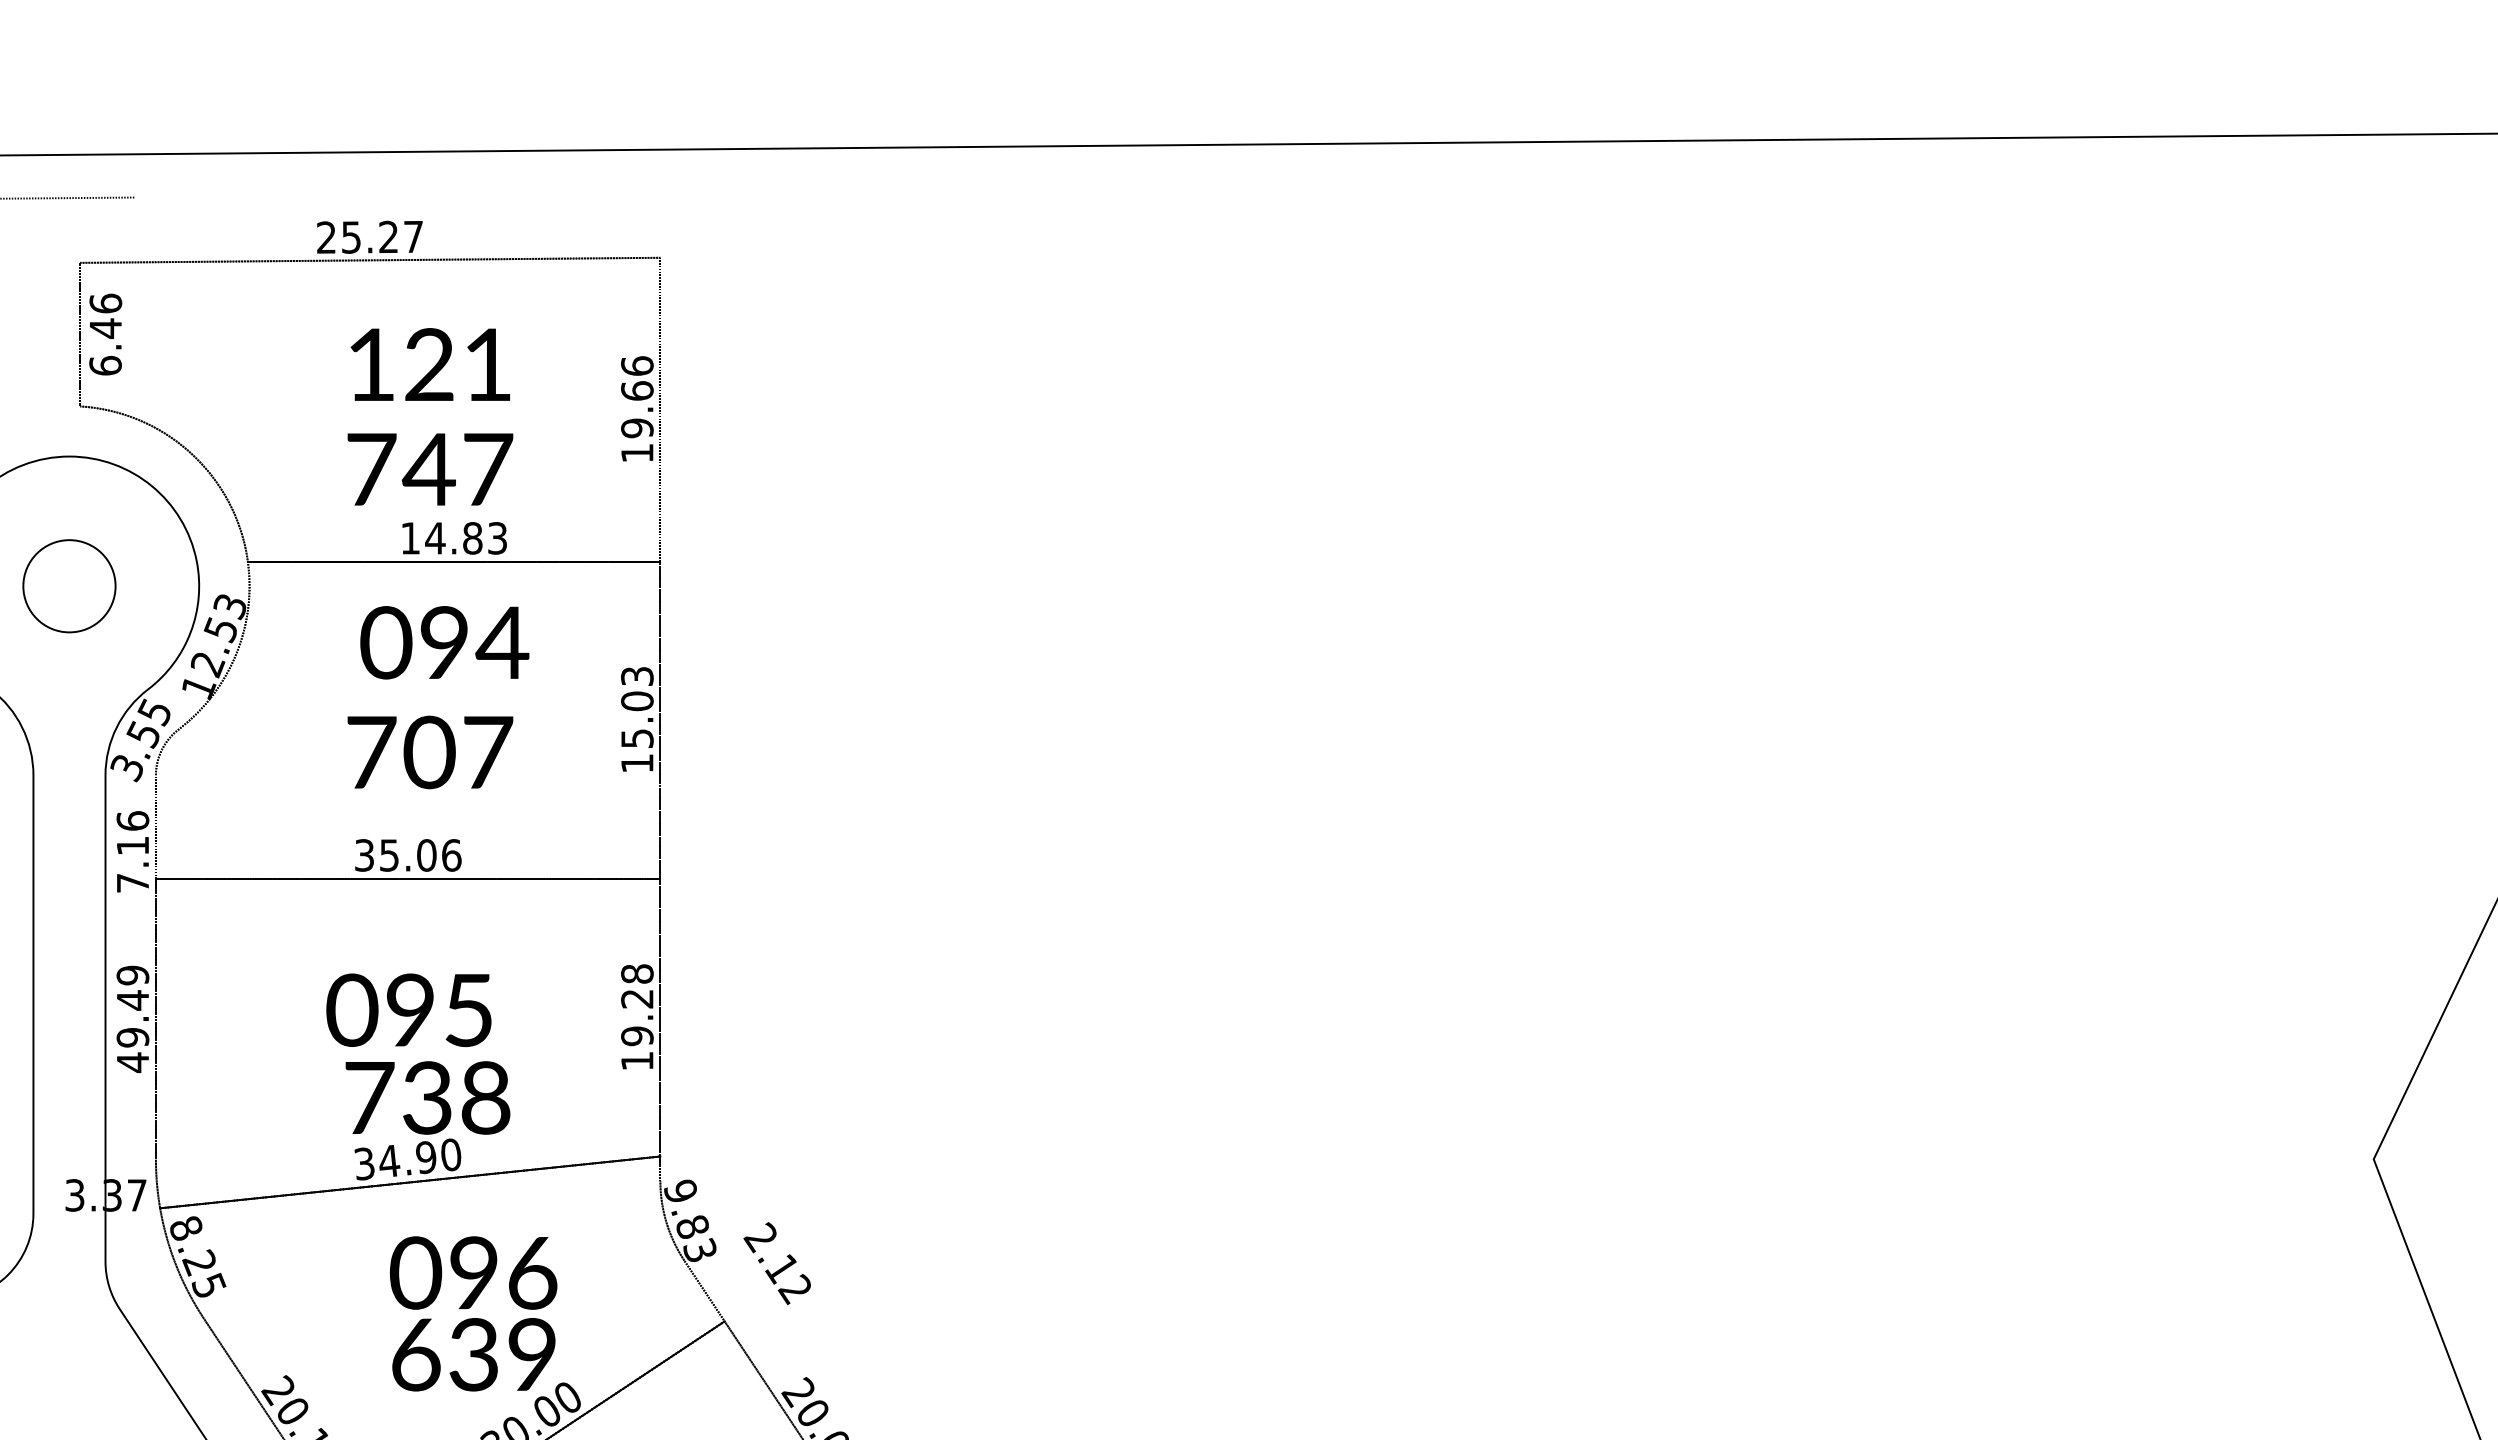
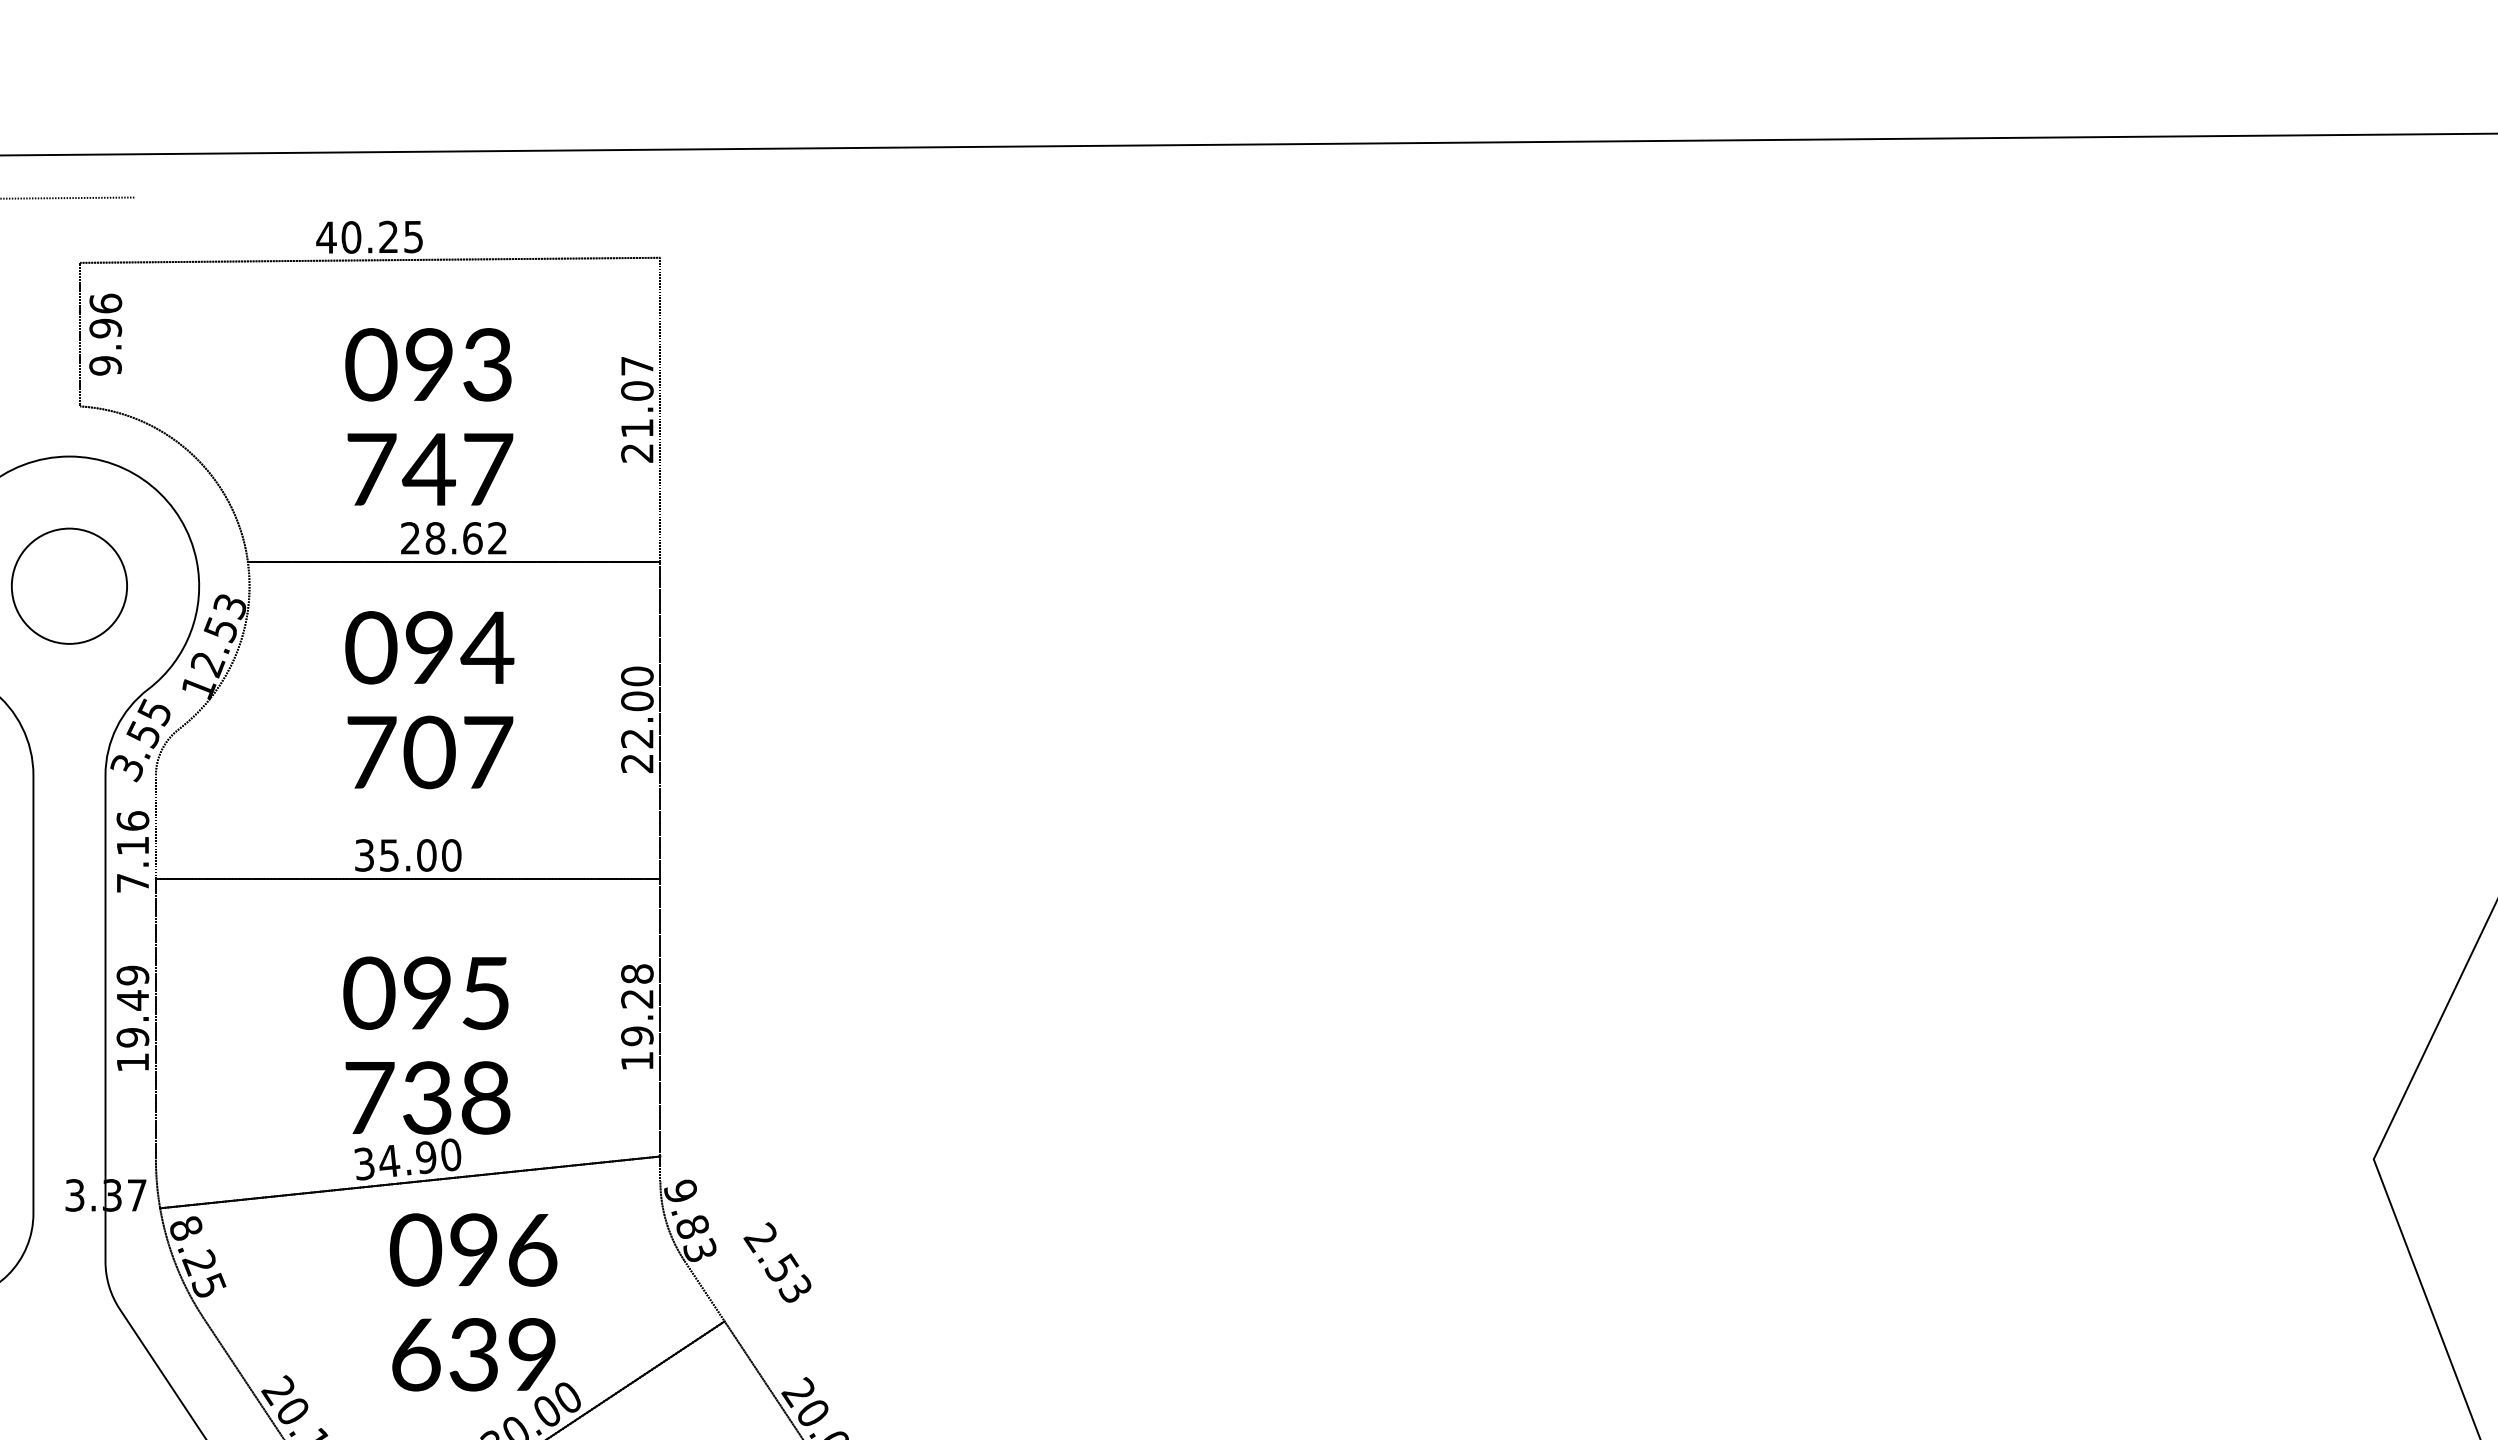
text at (369, 237): 25.27 -> 40.25
text at (105, 346): 6.46 -> 9.96
text at (428, 364): 121 -> 093
text at (637, 409): 19.66 -> 21.07
text at (453, 538): 14.83 -> 28.62
circle at (69, 586) diameter: 92 px -> 115 px
text at (444, 642) position: (444, 642) -> (429, 647)
text at (637, 719): 15.03 -> 22.00
text at (451, 855): 35.06 -> 35.00
text at (408, 1010) position: (408, 1010) -> (425, 993)
text at (132, 1062): 49.49 -> 19.49
text at (473, 1272) position: (473, 1272) -> (473, 1249)
text at (787, 1279): 2.12 -> 2.53
